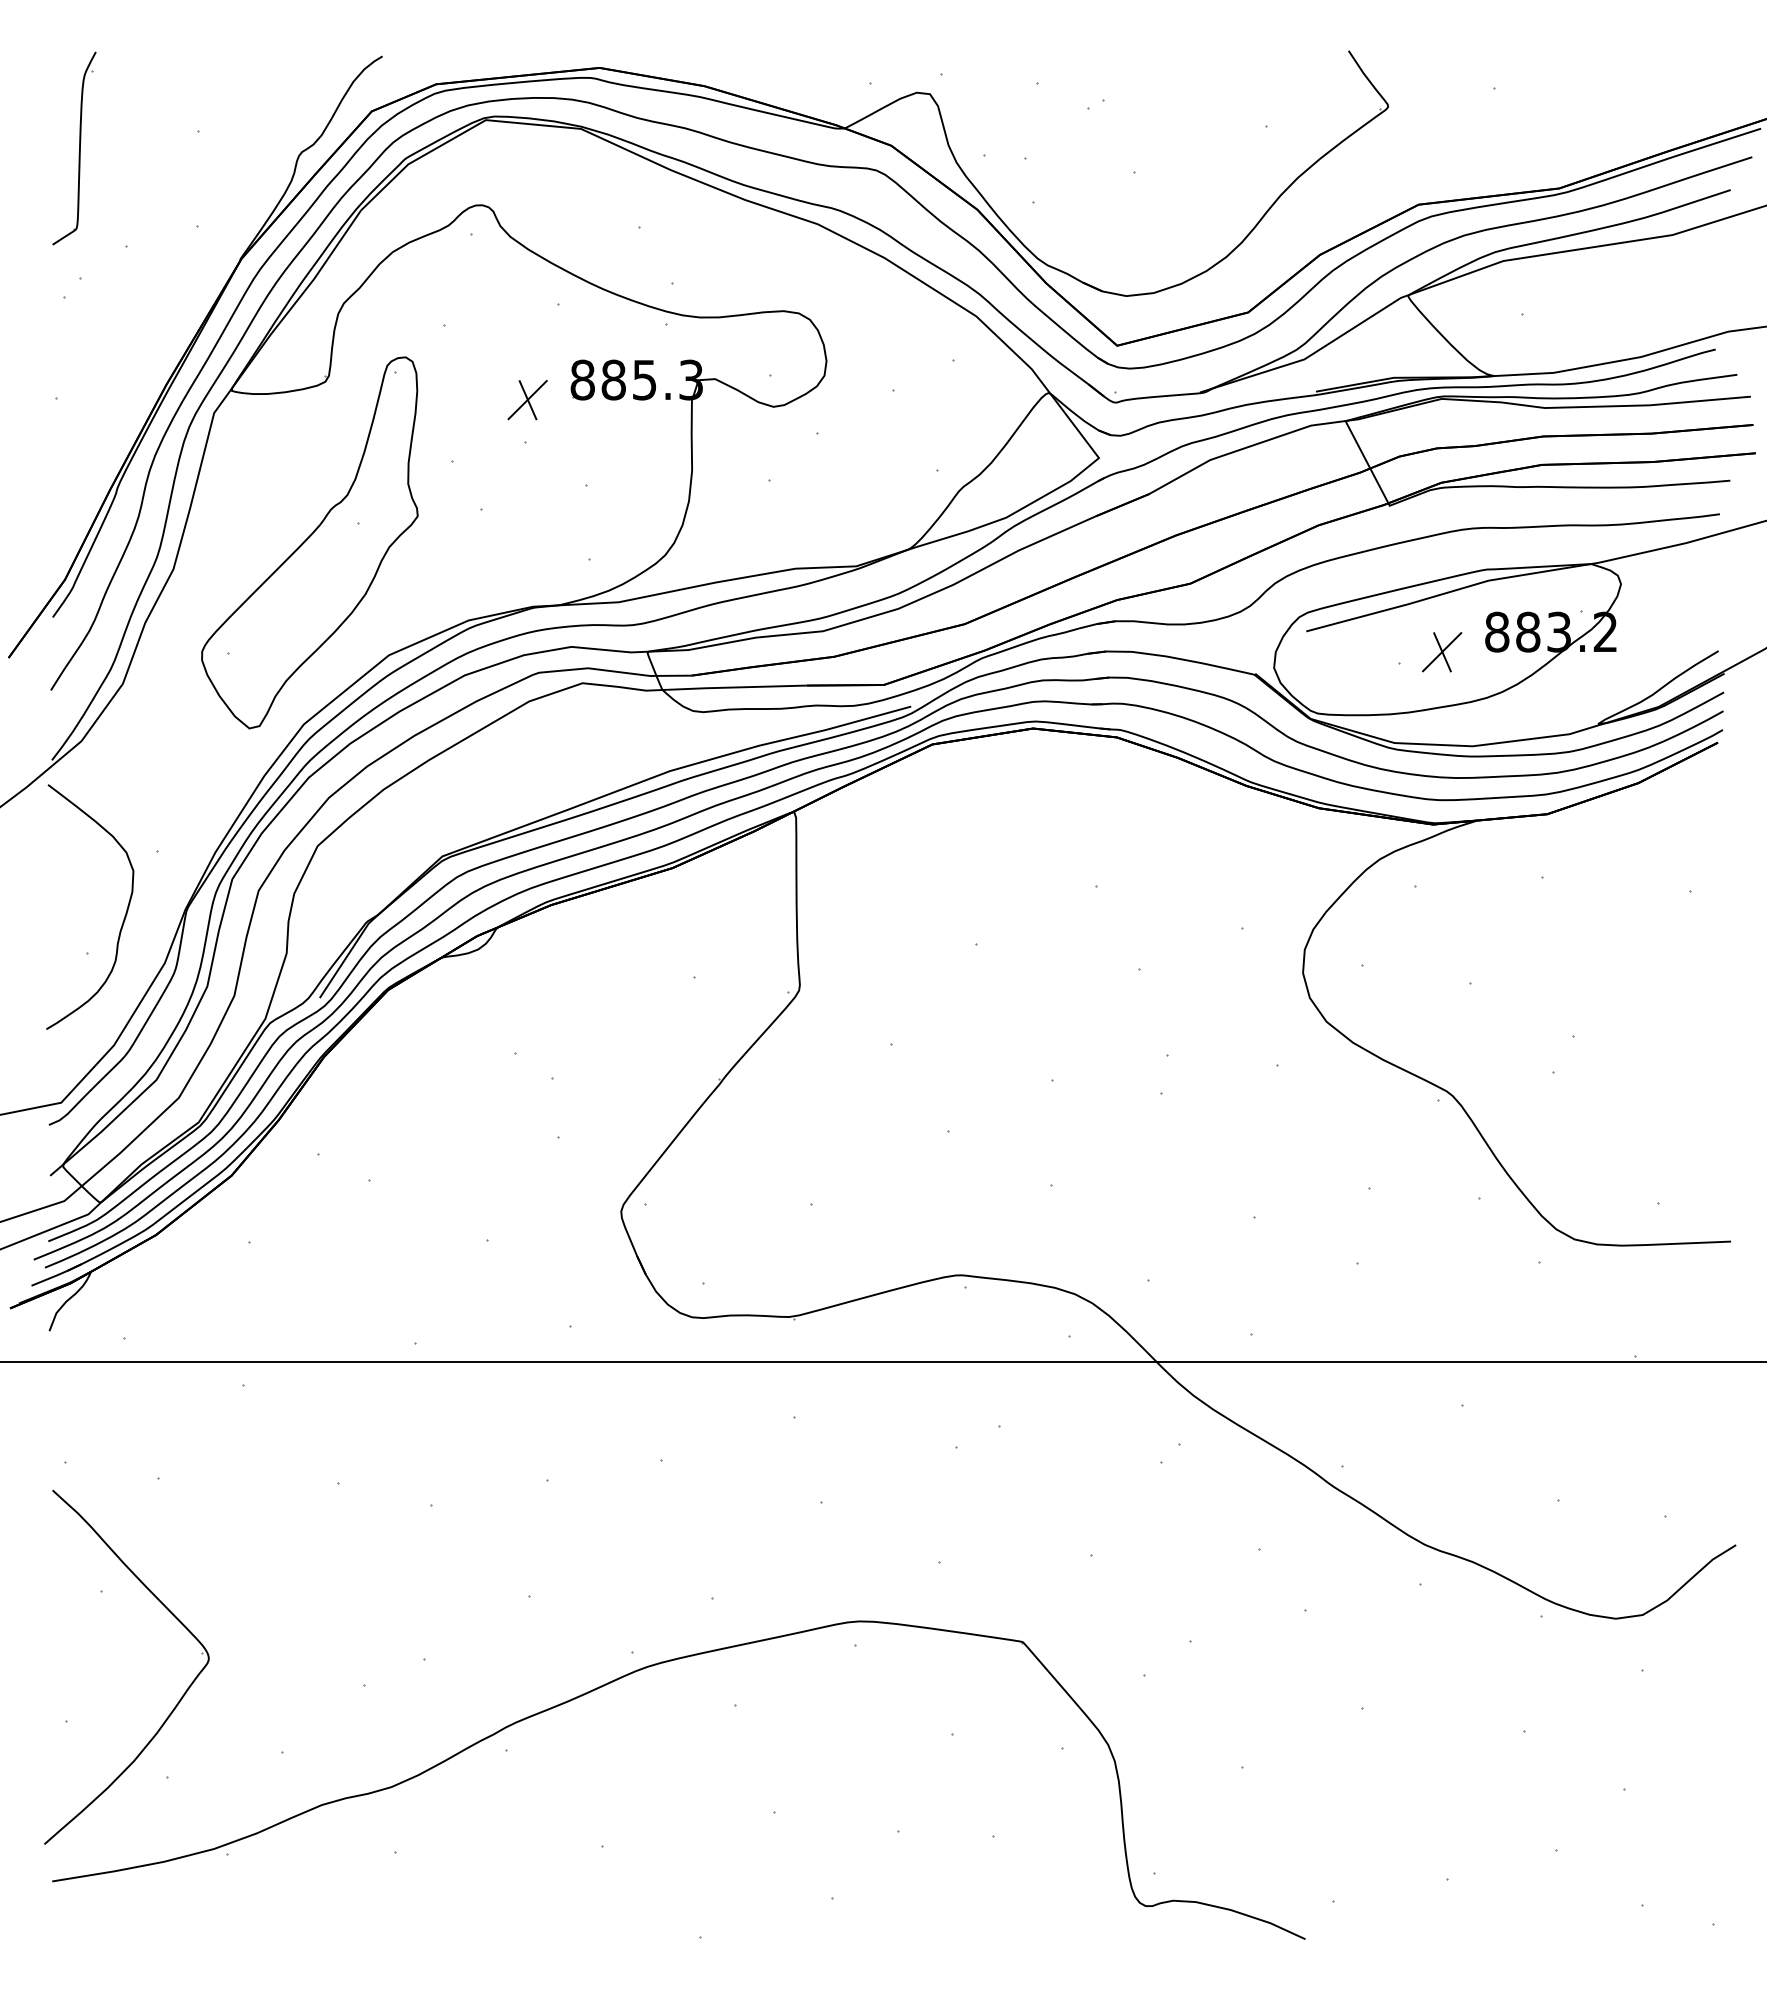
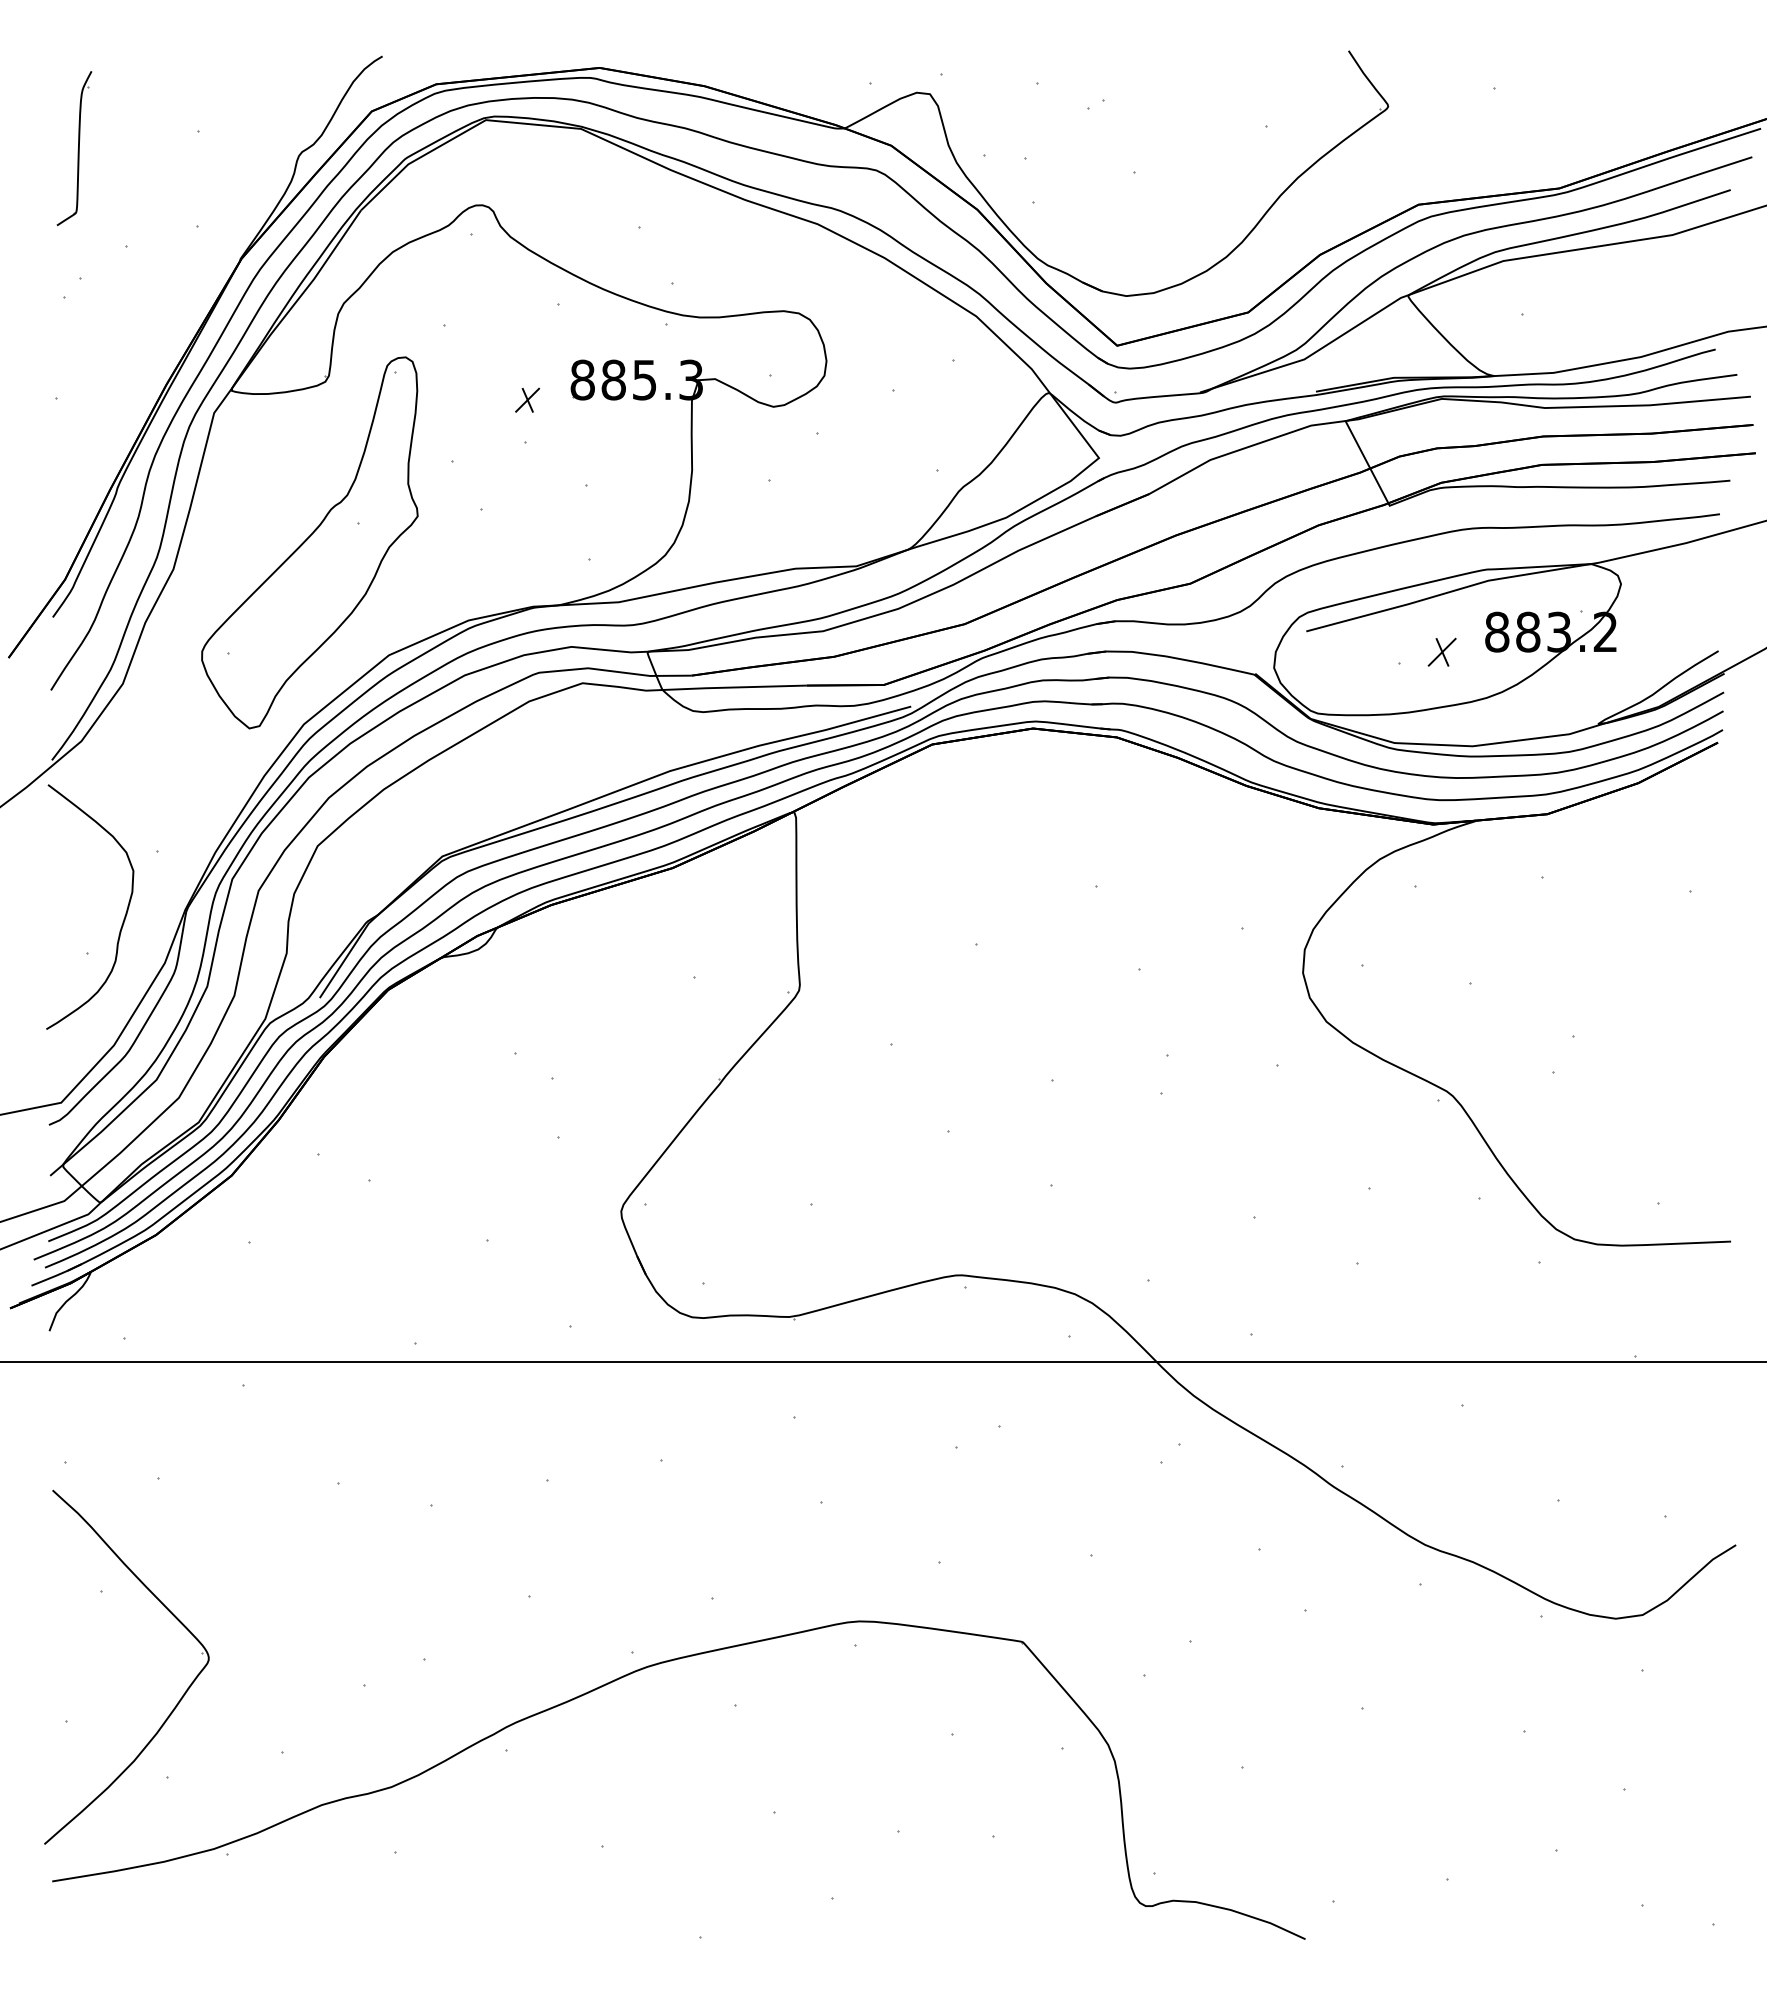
part at (74, 148) size: 45x195 px -> 37x156 px
part at (527, 400) size: 41x41 px -> 26x26 px
part at (1442, 652) size: 41x41 px -> 30x30 px
